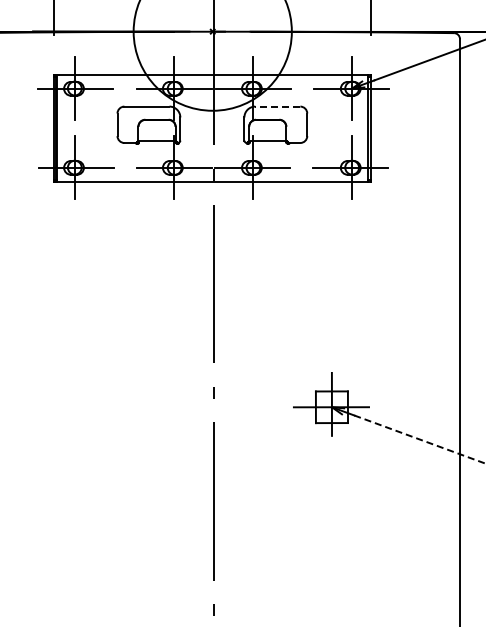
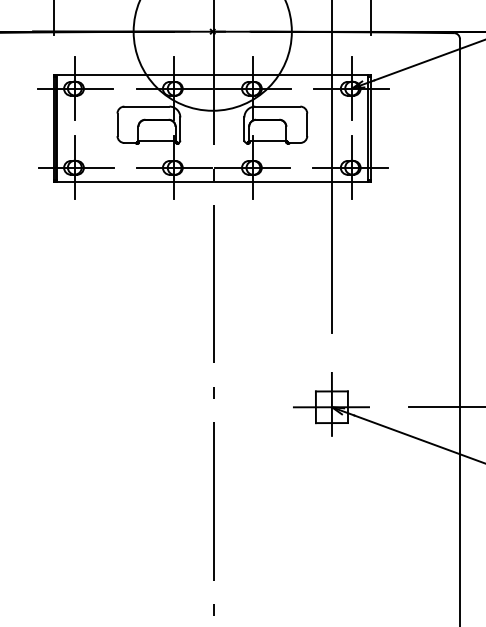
line at (277, 106): dashed -> solid
line at (331, 167): none -> present
line at (445, 407): none -> present
line at (419, 439): dashed -> solid
